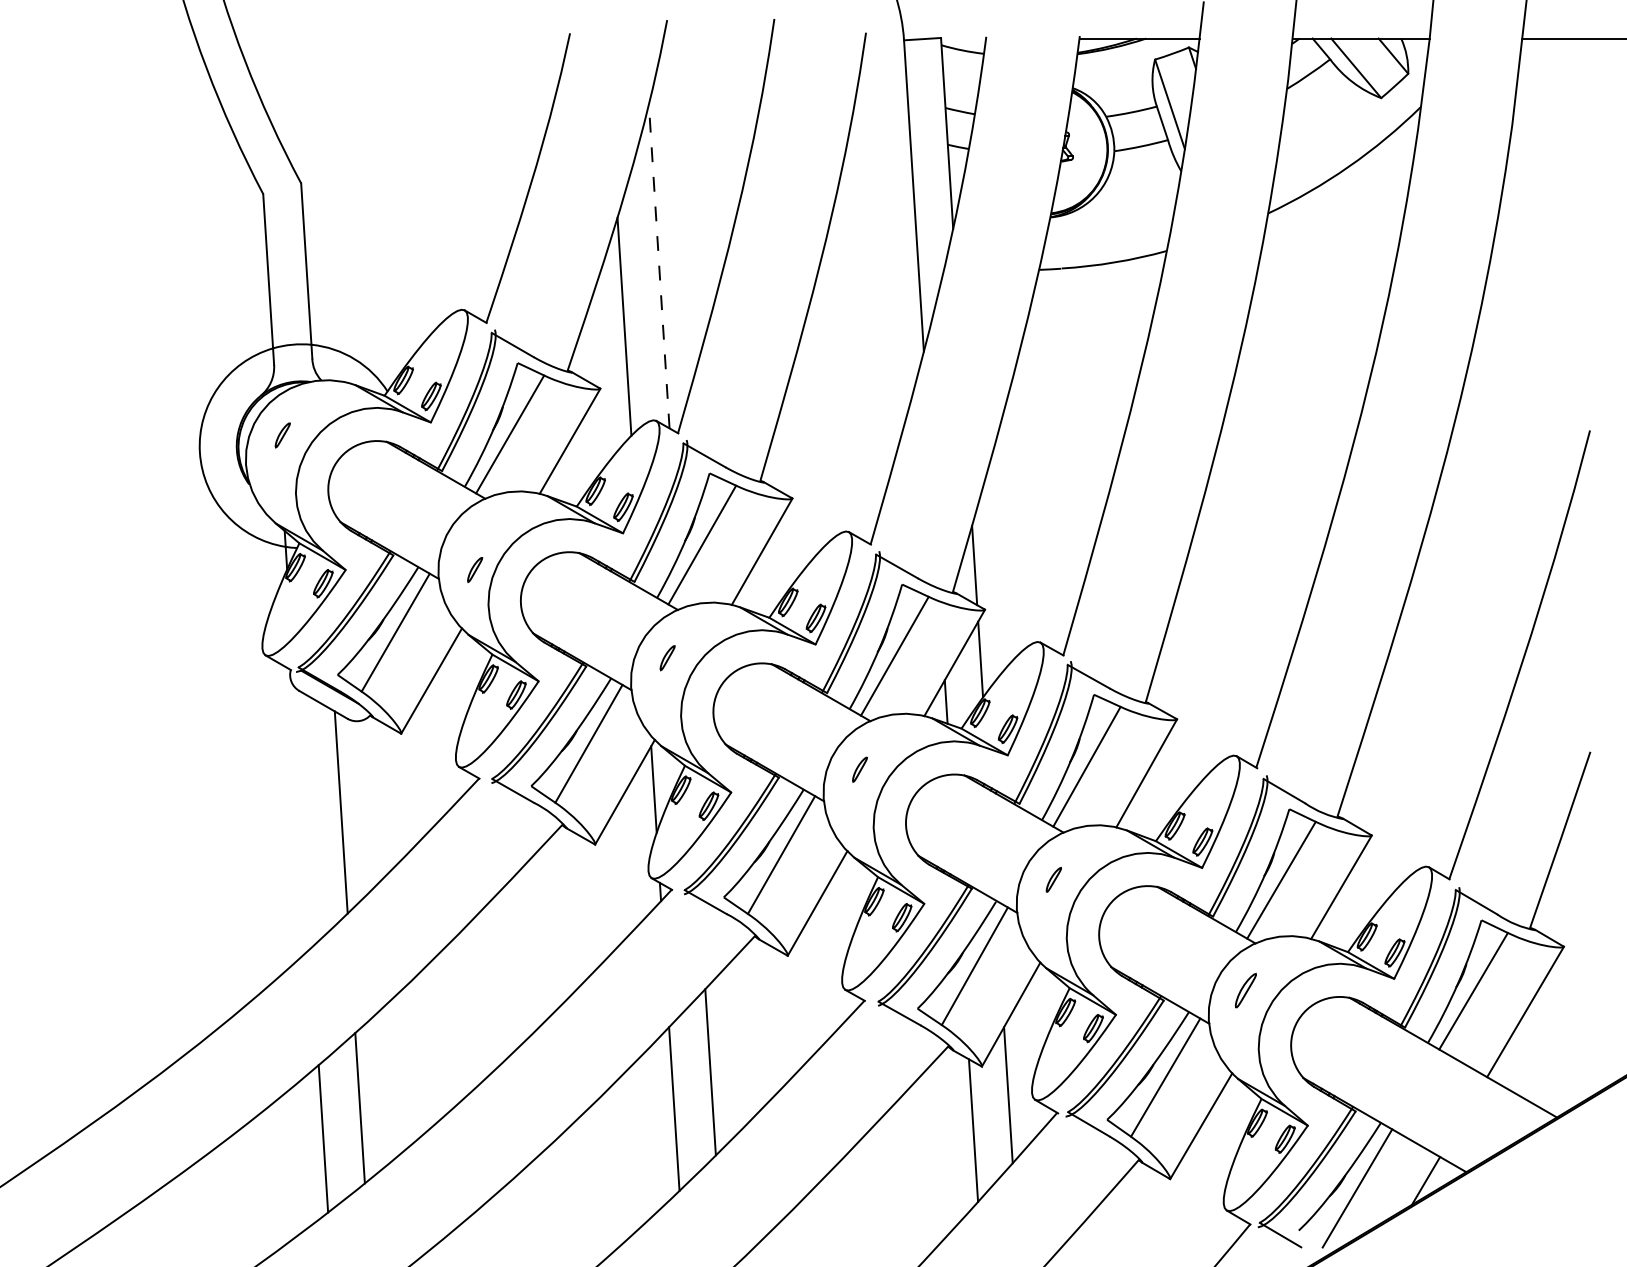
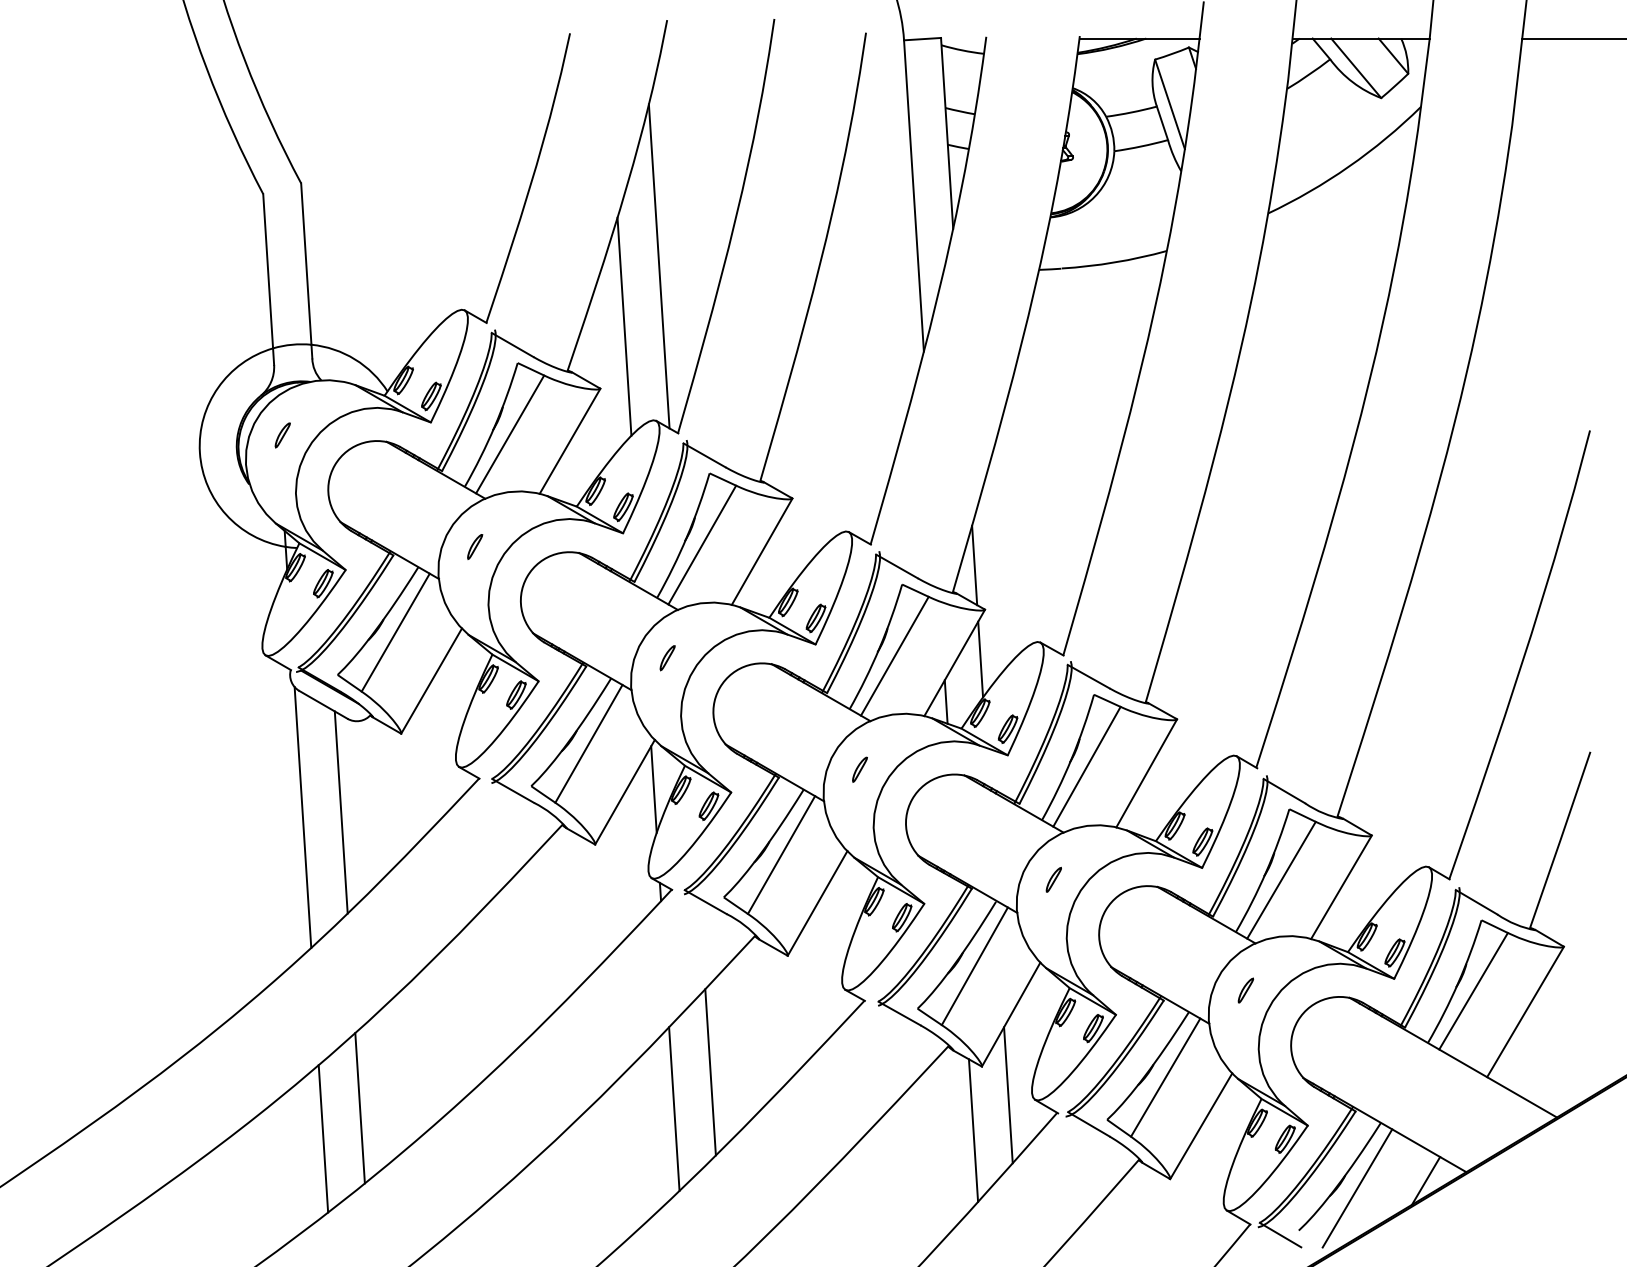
line at (659, 265): dashed -> solid
part at (475, 569) position: (475, 569) -> (475, 546)
line at (302, 817): none -> present
part at (1245, 990) size: 23x36 px -> 18x27 px
